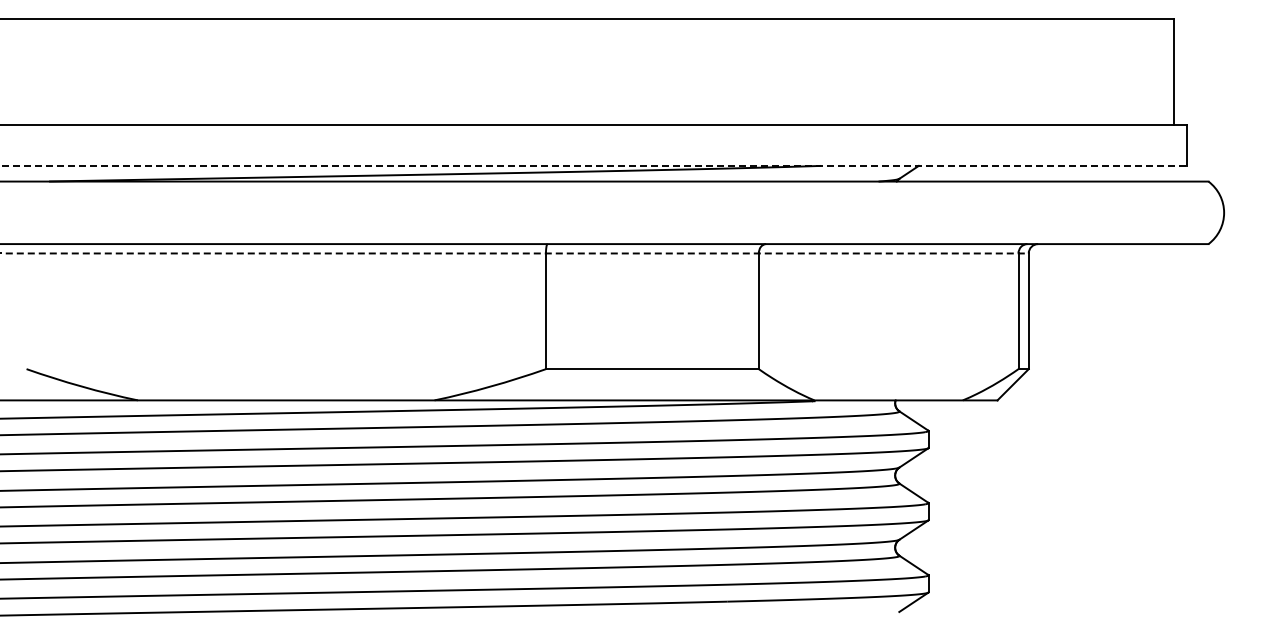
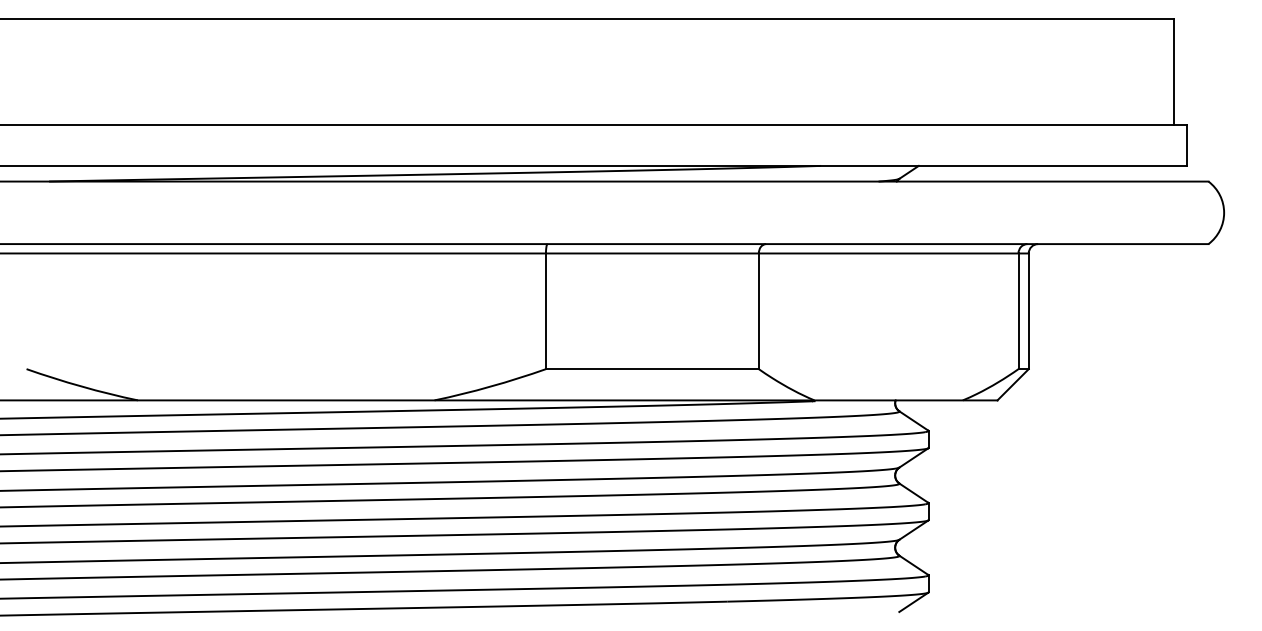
line at (593, 165): dashed -> solid
line at (514, 253): dashed -> solid
